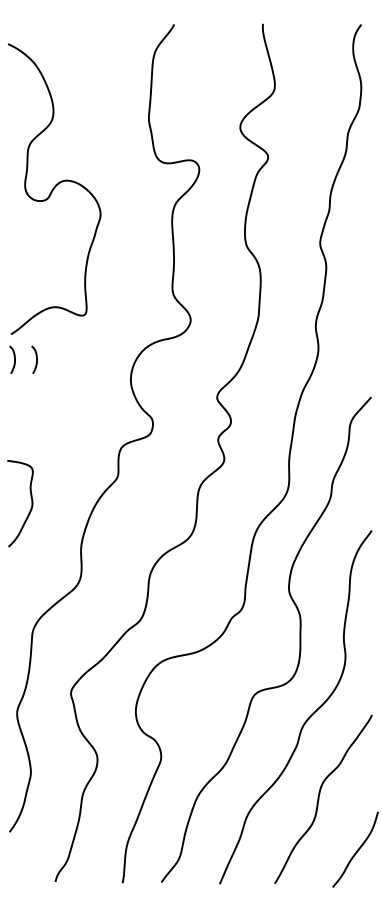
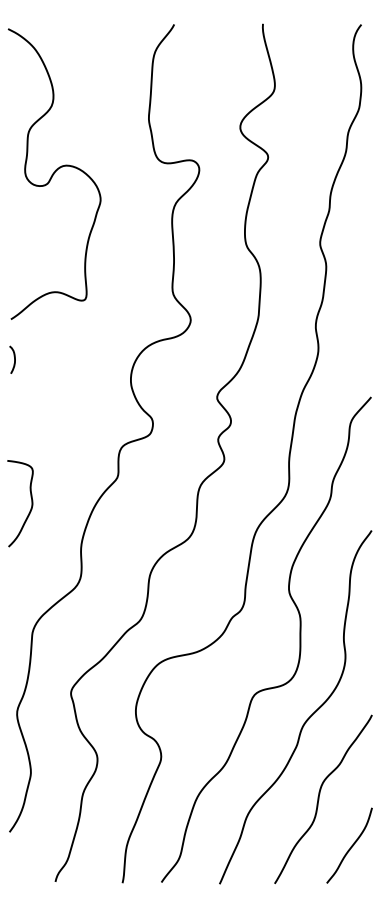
curve at (54, 188) position: (54, 188) -> (54, 173)
curve at (36, 359): present -> none
curve at (356, 850) position: (356, 850) -> (350, 846)
